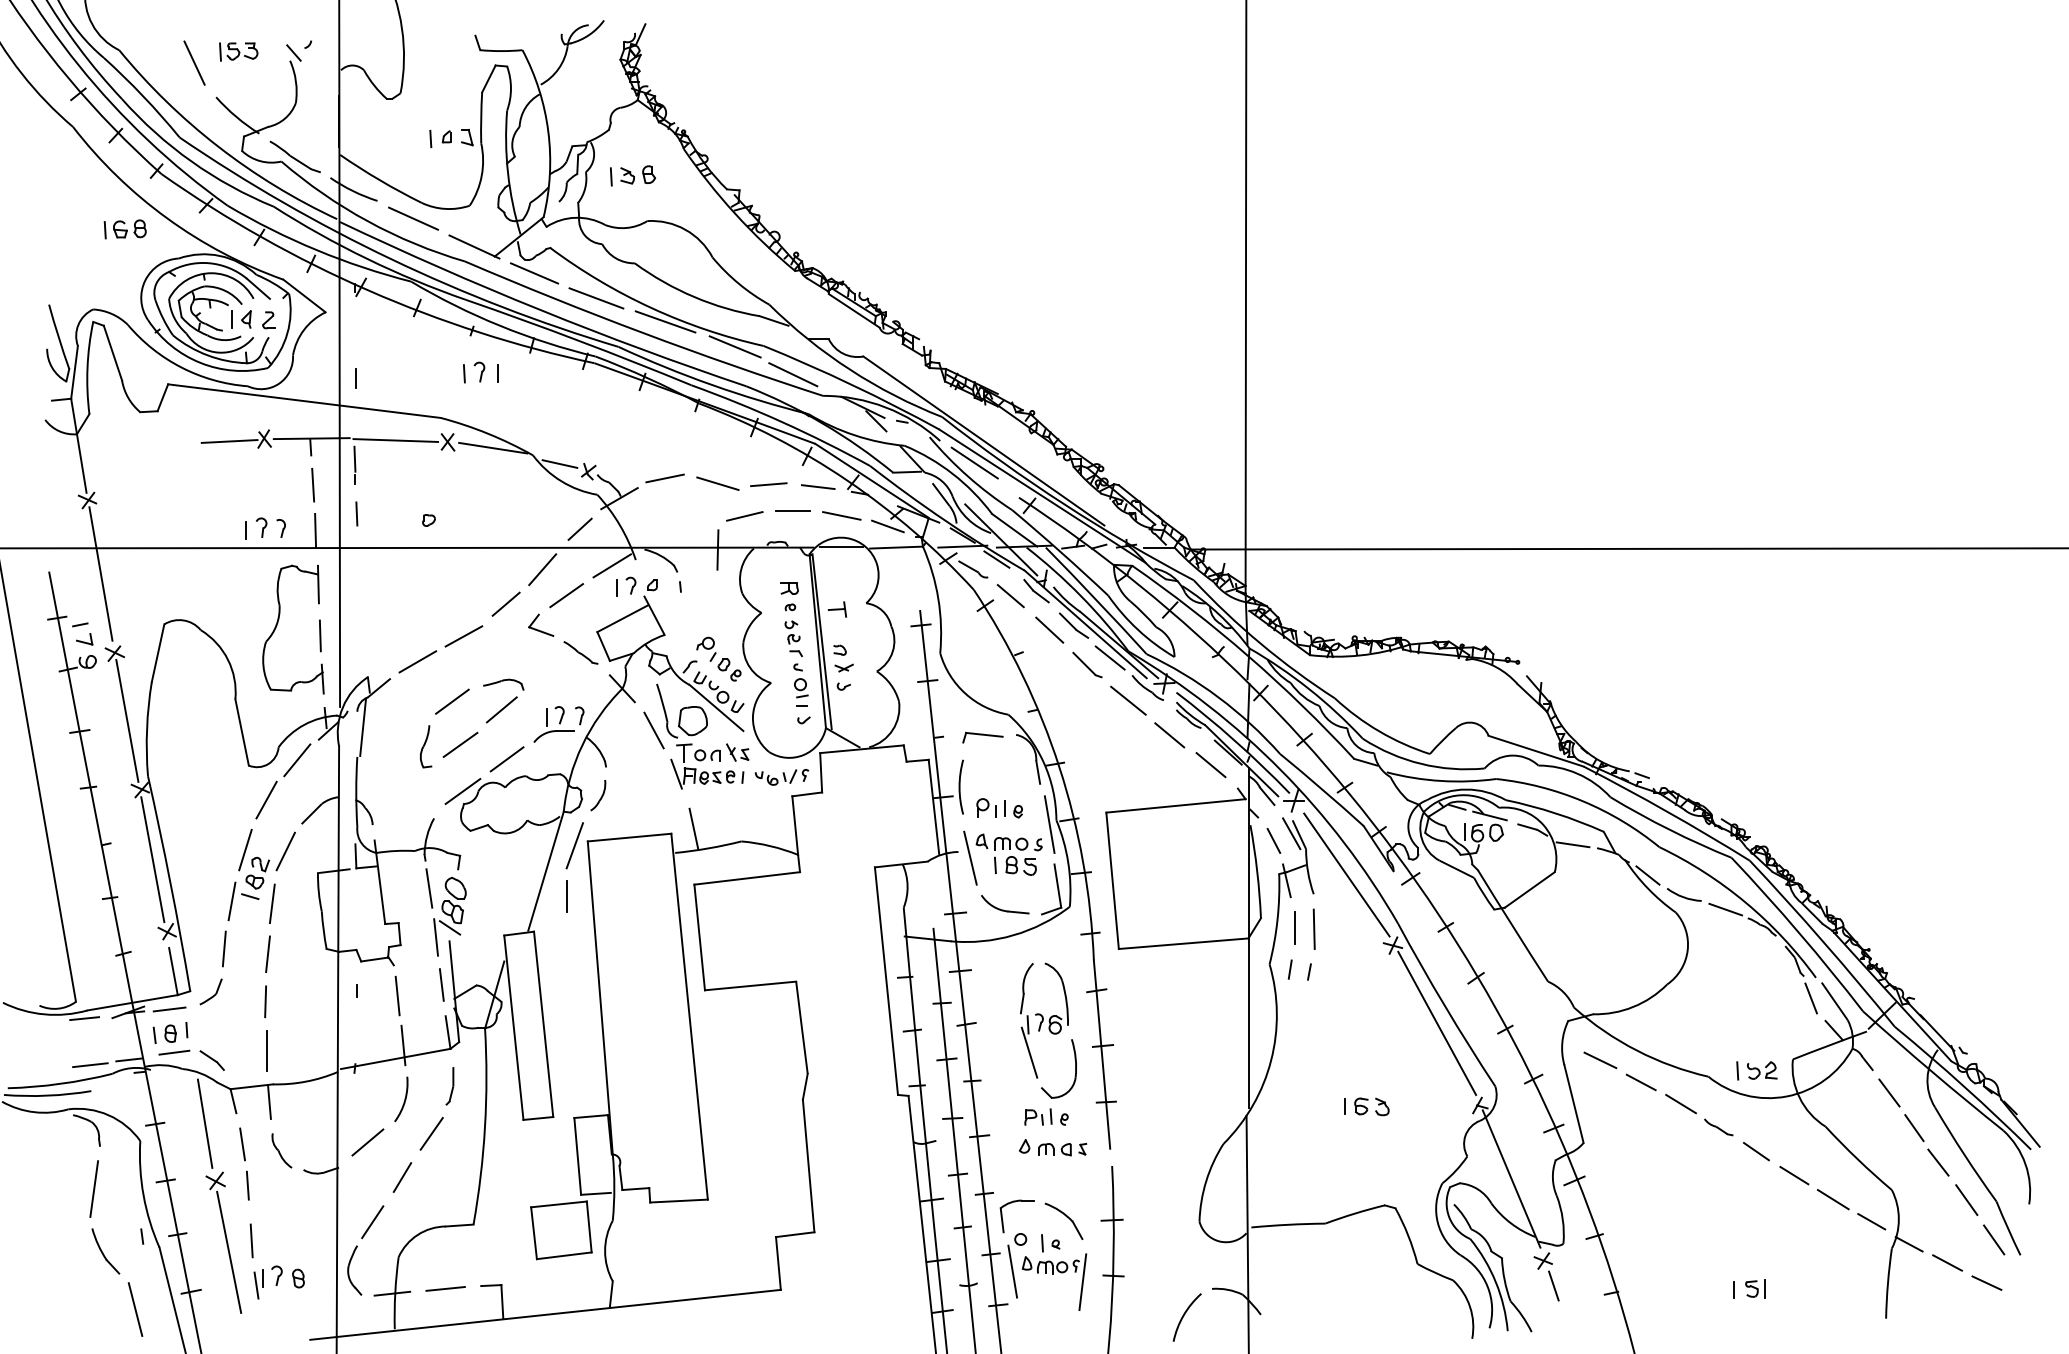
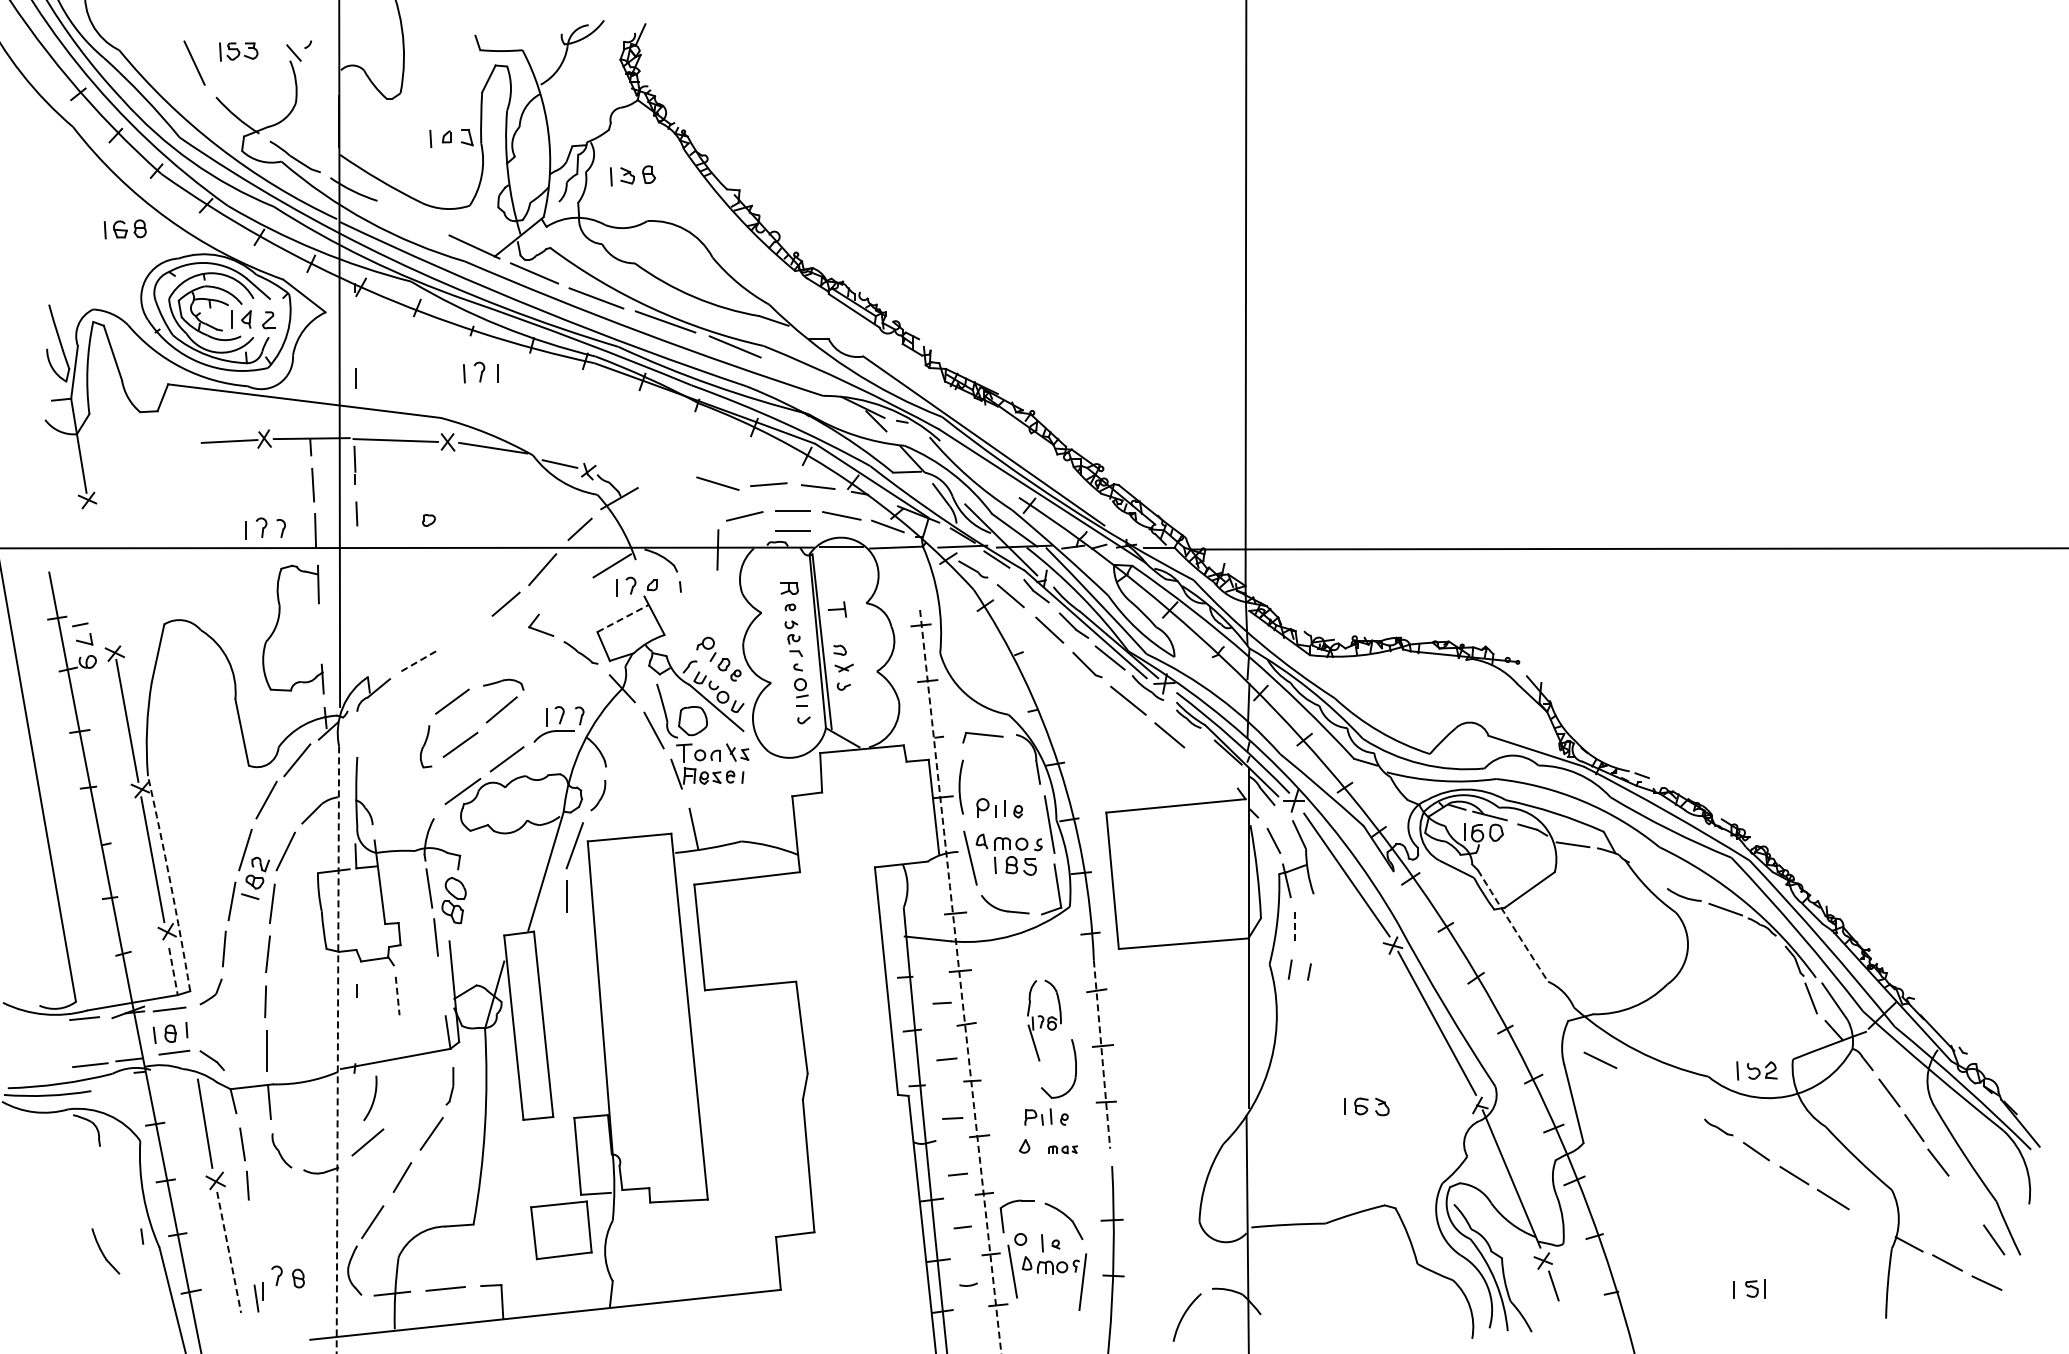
line at (413, 218): present -> none
line at (793, 374): present -> none
line at (974, 462): present -> none
line at (664, 478): present -> none
line at (792, 530): none -> present
line at (100, 573): present -> none
line at (566, 595): present -> none
line at (622, 618): solid -> dashed
line at (319, 635): present -> none
line at (463, 636): present -> none
line at (417, 662): solid -> dashed
line at (362, 727): present -> none
line at (1210, 765): present -> none
part at (781, 777): present -> none
line at (1291, 833): present -> none
line at (1647, 875): present -> none
arc at (170, 883): solid -> dashed
arc at (1512, 926): solid -> dashed
line at (449, 927): present -> none
line at (1294, 928): solid -> dashed
line at (1313, 928): present -> none
line at (173, 971): solid -> dashed
arc at (960, 982): solid -> dashed
line at (441, 984): present -> none
line at (397, 996): solid -> dashed
part at (1044, 1020) size: 49x117 px -> 35x83 px
line at (403, 1045): present -> none
line at (337, 1050): solid -> dashed
line at (1102, 1055): solid -> dashed
line at (1640, 1082): present -> none
arc at (403, 1101) position: (403, 1101) -> (372, 1100)
line at (1680, 1104): present -> none
line at (954, 1139): present -> none
part at (1062, 1149) size: 50x14 px -> 30x10 px
line at (94, 1188): present -> none
line at (1966, 1199): present -> none
line at (1871, 1221): present -> none
line at (251, 1240): present -> none
line at (229, 1252): solid -> dashed
part at (258, 1284) position: (258, 1284) -> (258, 1297)
line at (135, 1309): present -> none
